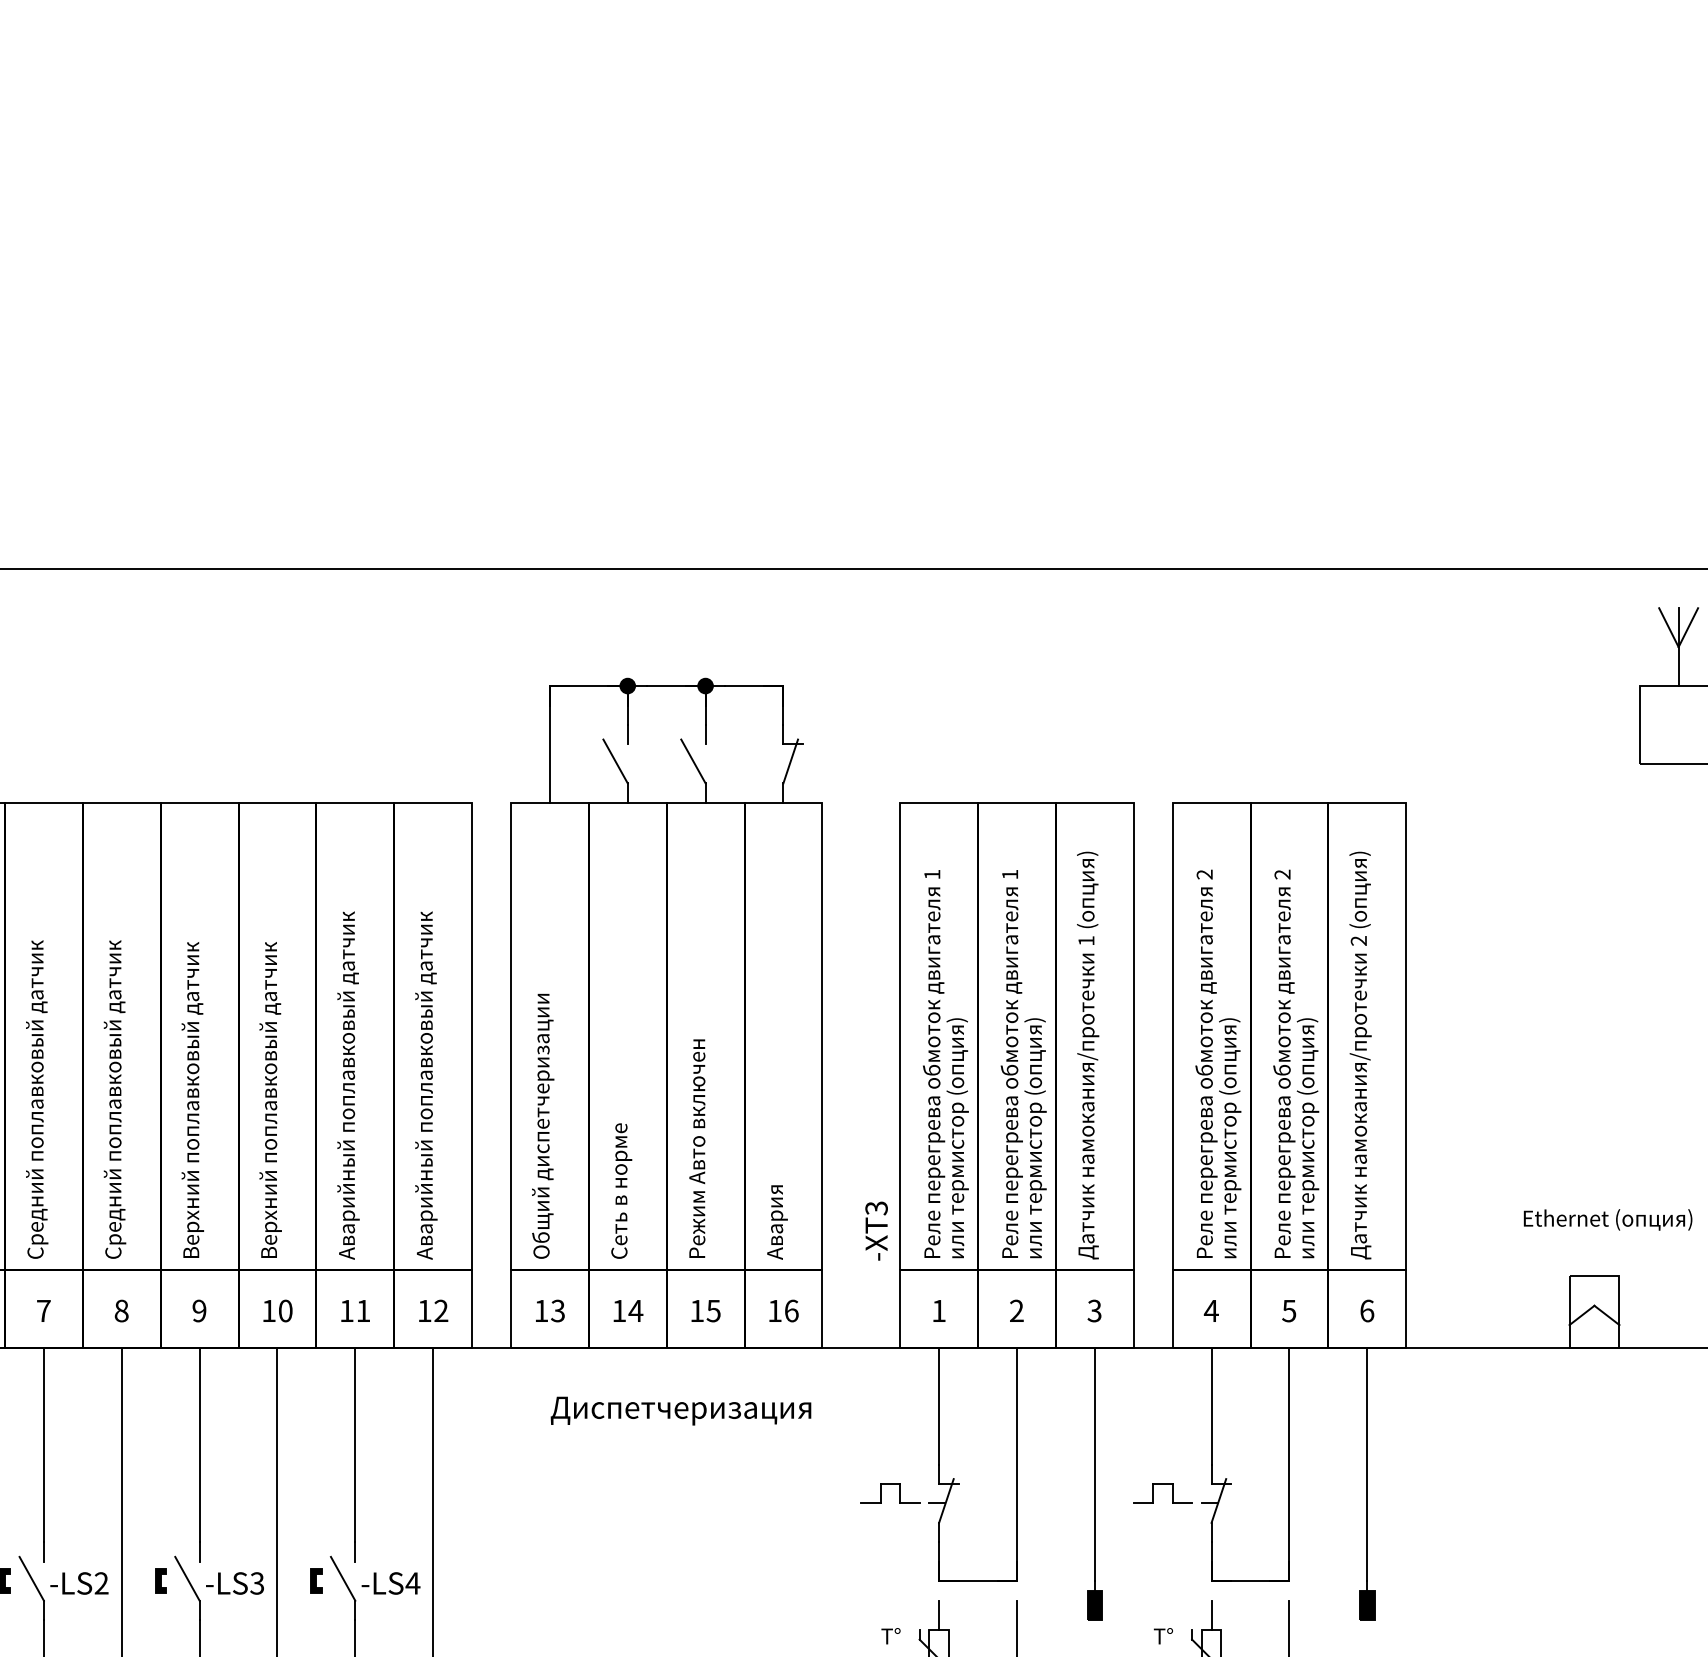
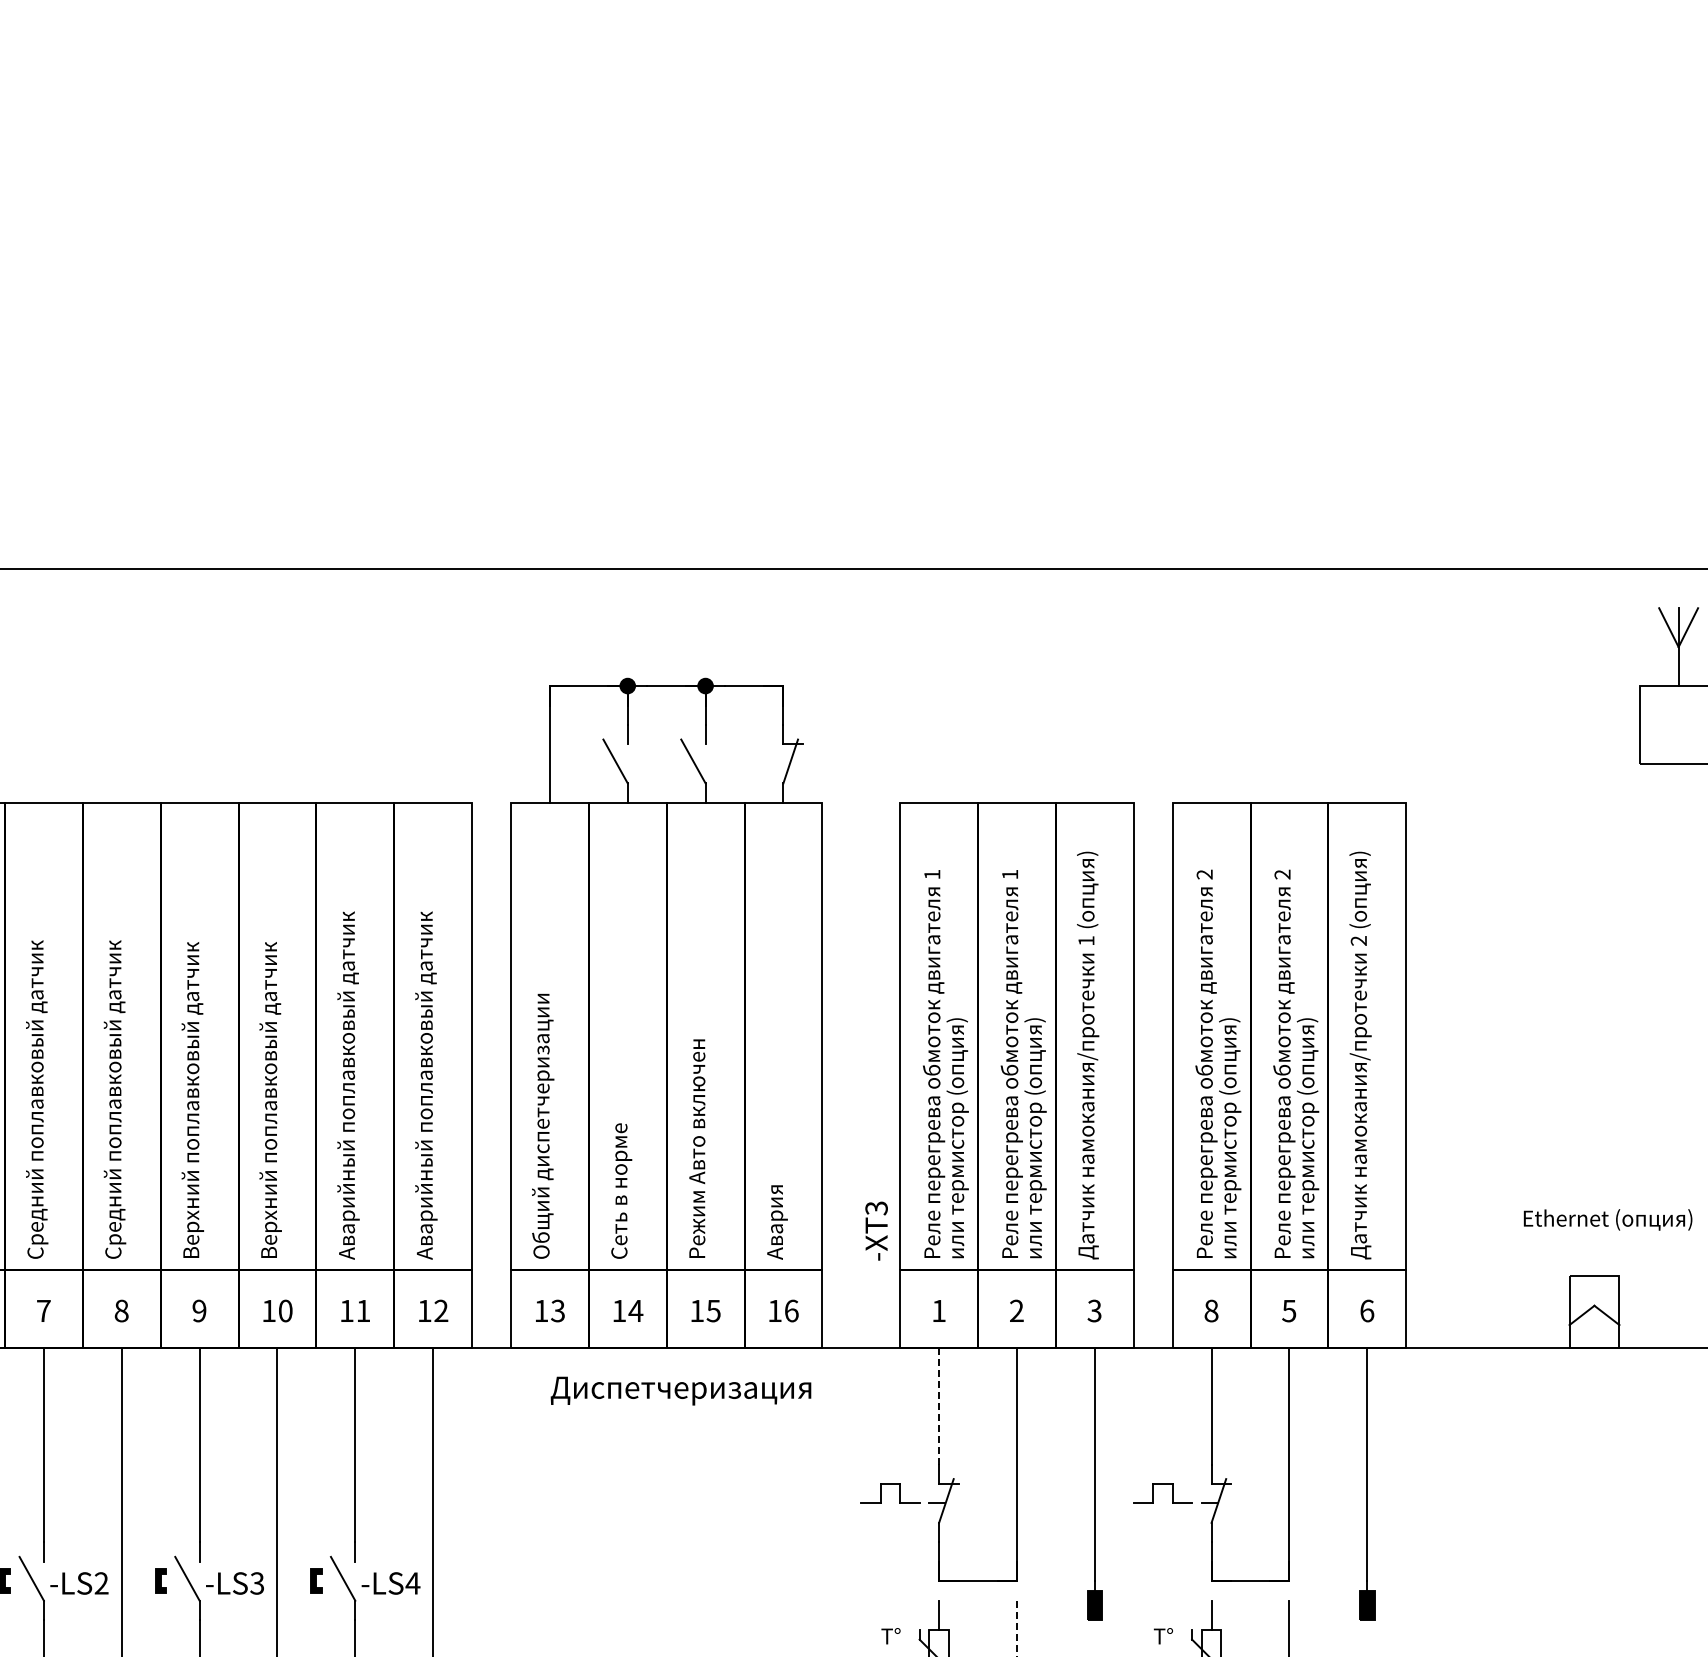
text at (1210, 1310): 4 -> 8
line at (939, 1406): solid -> dashed
text at (680, 1410) position: (680, 1410) -> (680, 1390)
line at (1016, 1628): solid -> dashed
